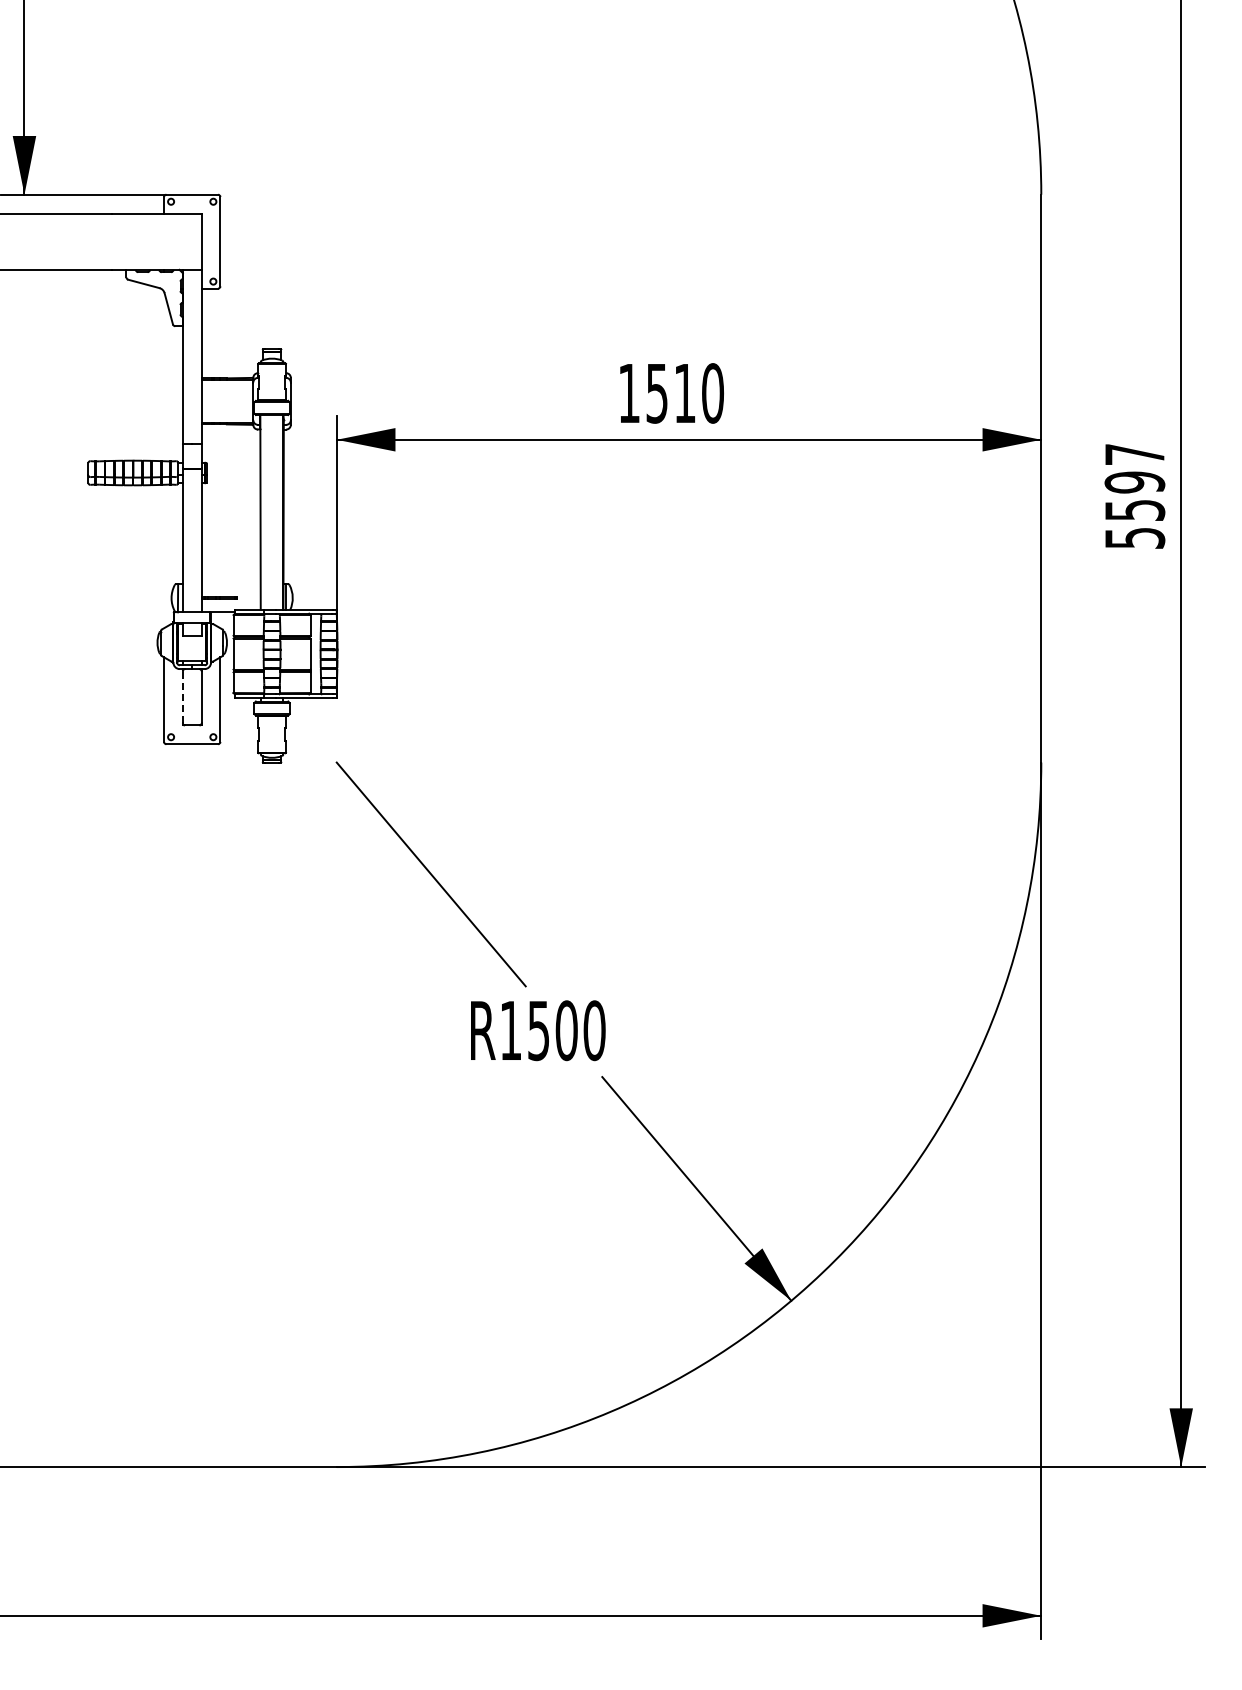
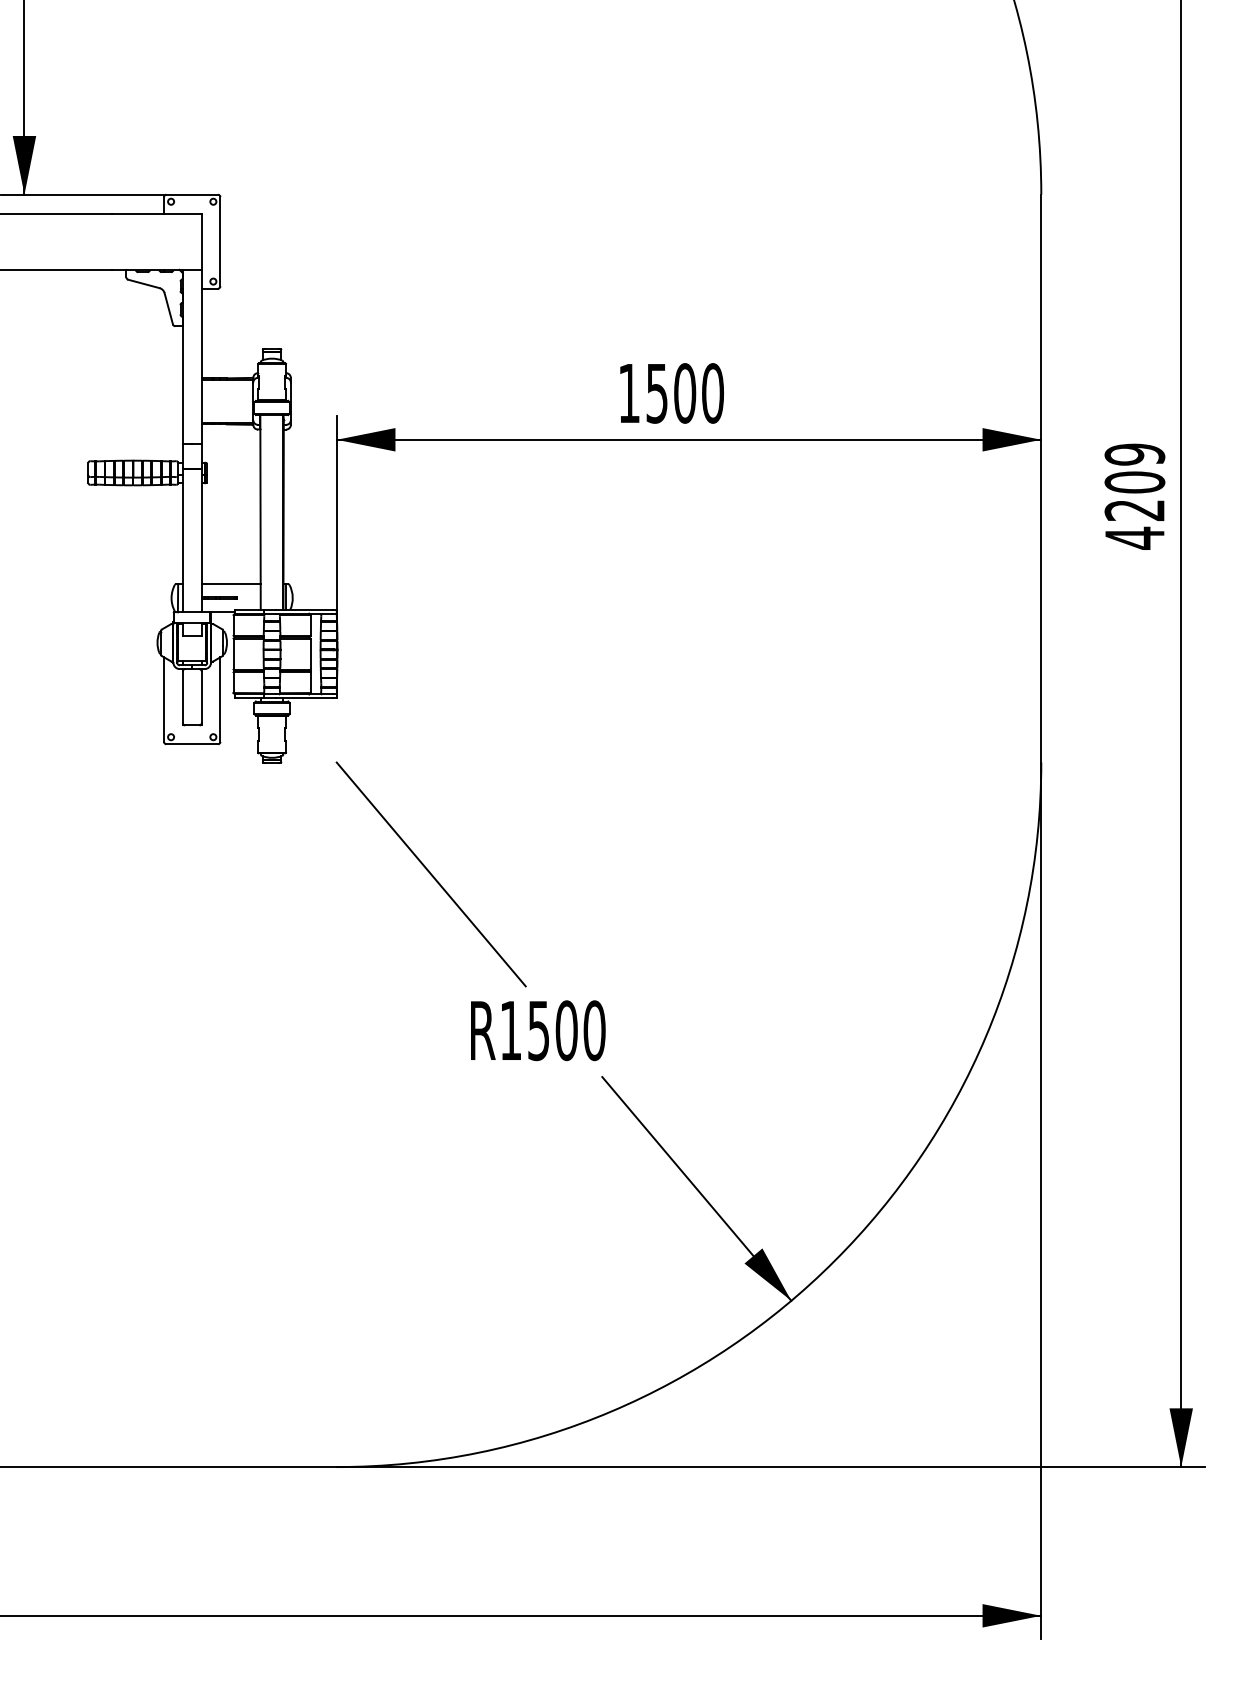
text at (685, 393): 1510 -> 1500
text at (1134, 496): 5597 -> 4209
line at (230, 584): none -> present
line at (182, 696): dashed -> solid
